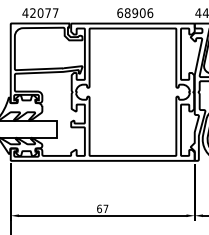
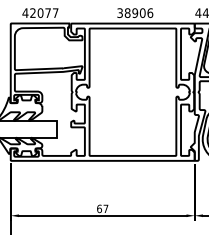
text at (120, 12): 68906 -> 38906
